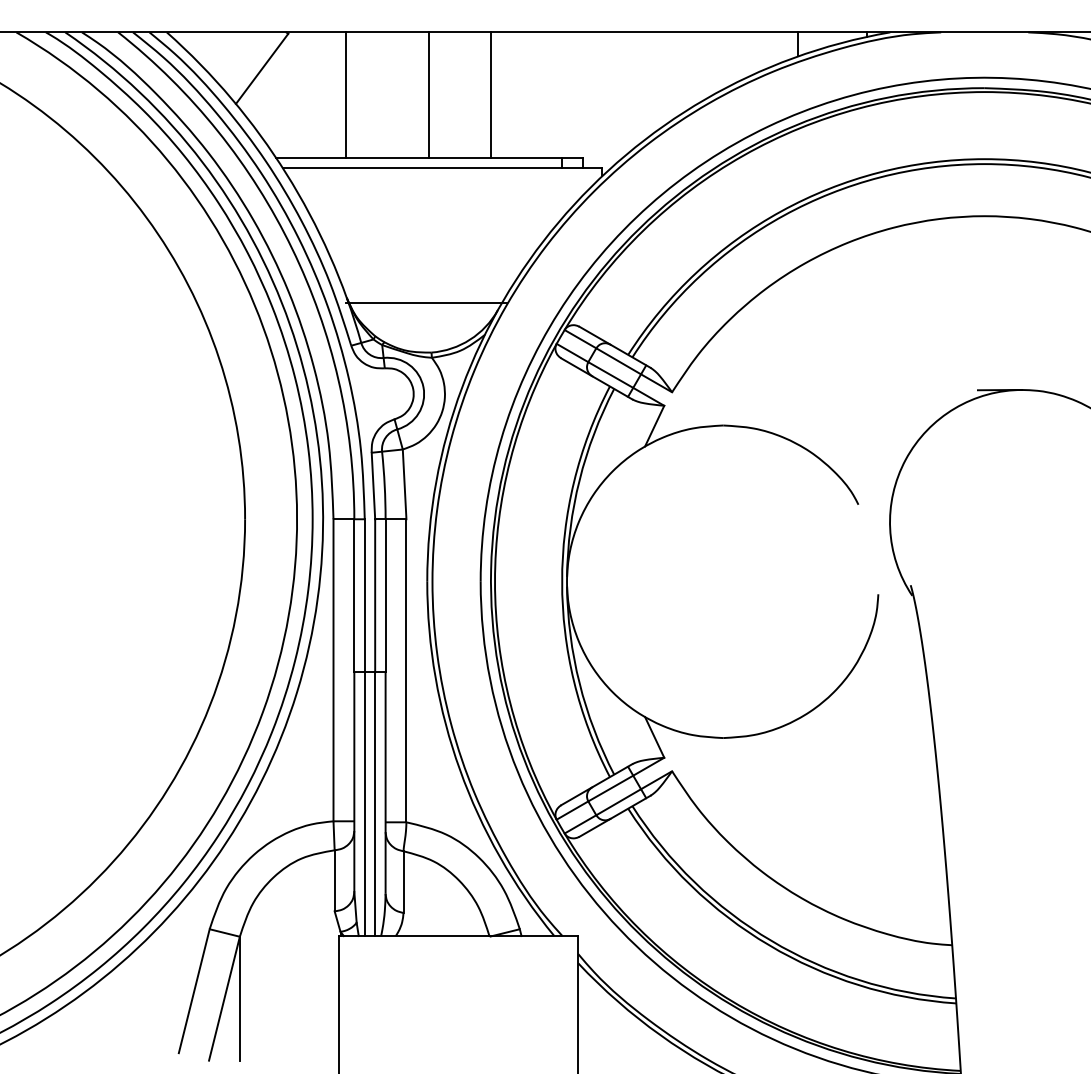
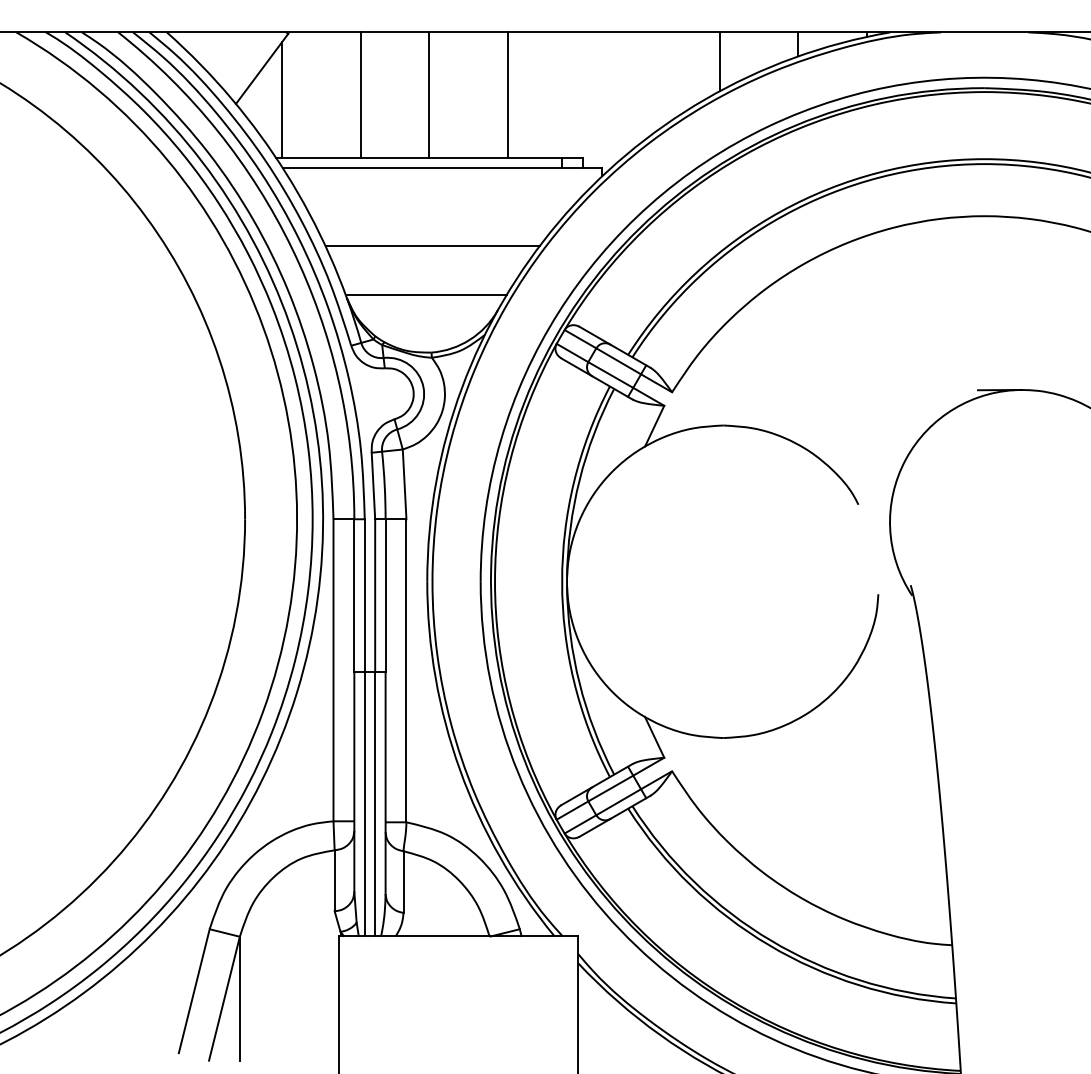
line at (719, 61): none -> present
line at (345, 94) position: (345, 94) -> (360, 94)
line at (490, 94) position: (490, 94) -> (507, 94)
line at (282, 99): none -> present
line at (432, 246): none -> present
line at (425, 302) position: (425, 302) -> (425, 294)
